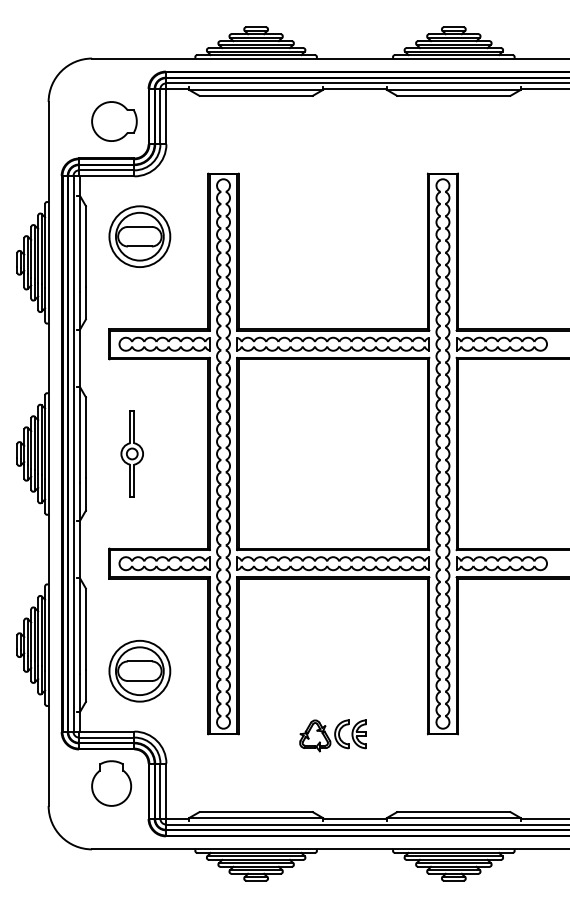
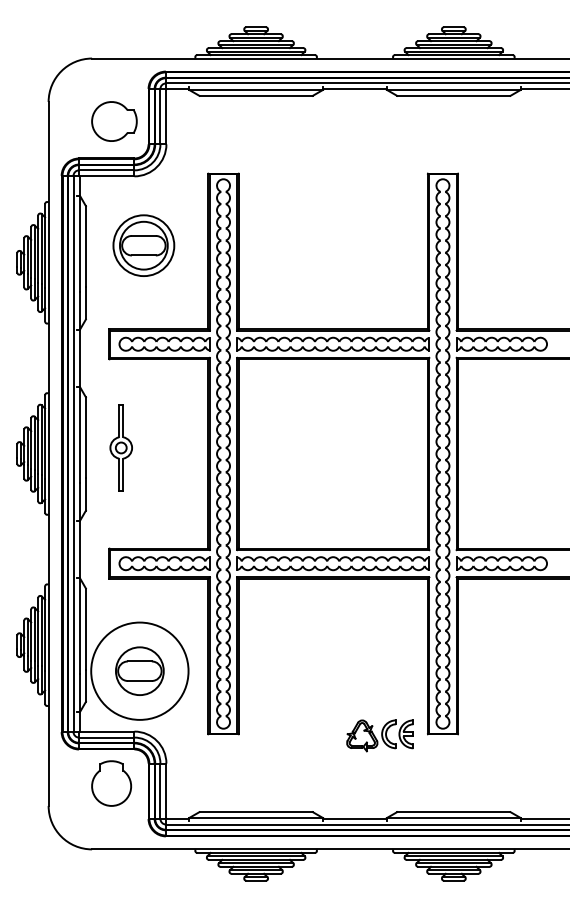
part at (139, 236) position: (139, 236) -> (143, 245)
part at (131, 453) position: (131, 453) -> (120, 447)
circle at (139, 670) diameter: 61 px -> 97 px
part at (332, 735) position: (332, 735) -> (379, 735)
